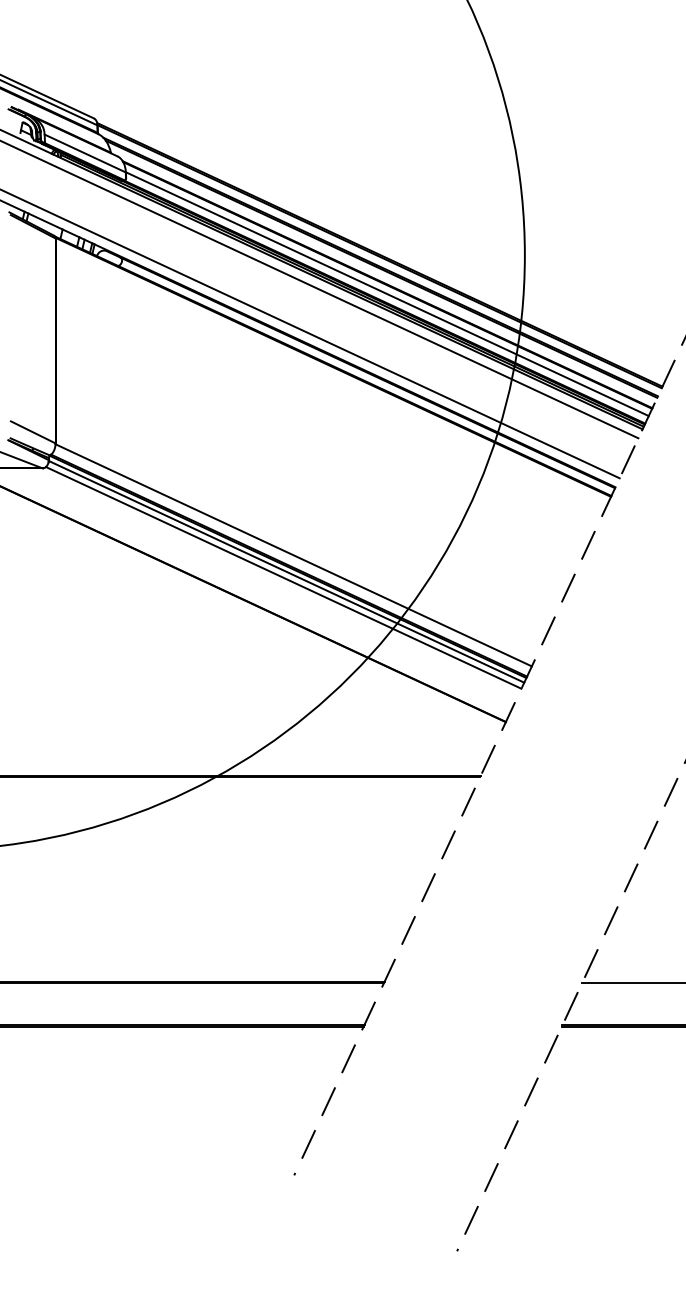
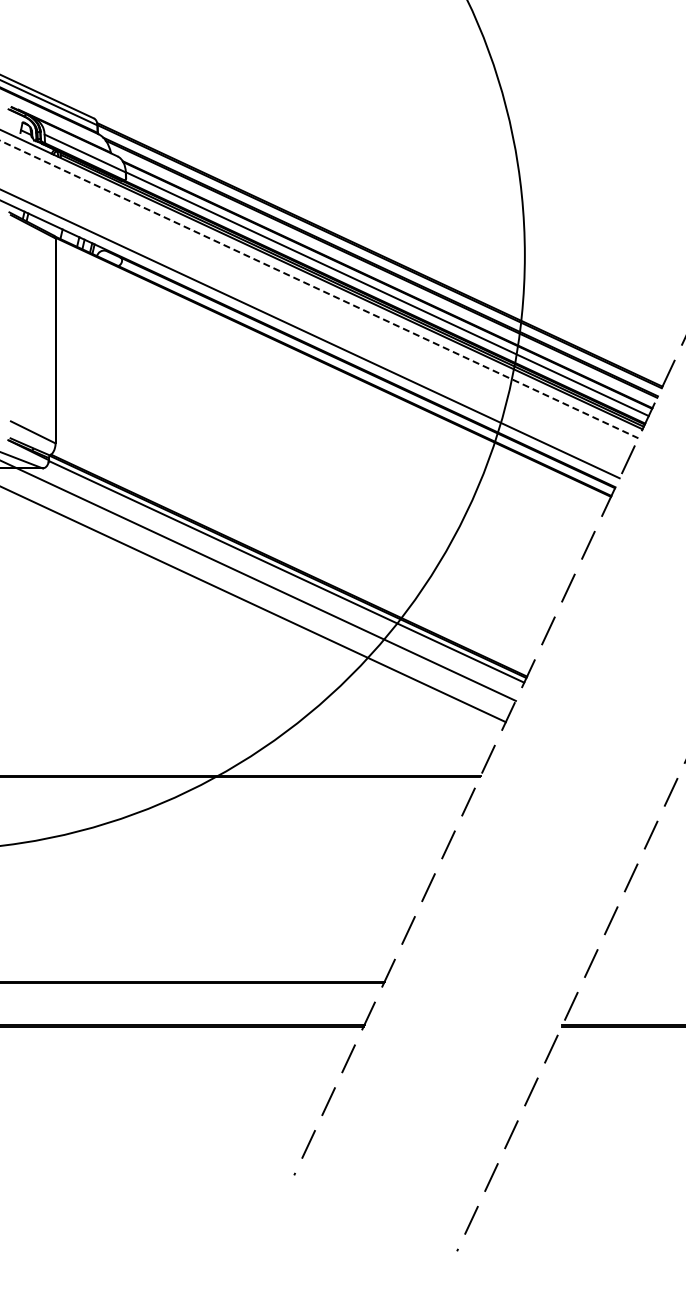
line at (319, 289): solid -> dashed
line at (293, 555): present -> none
line at (283, 577): present -> none
line at (253, 604) position: (253, 604) -> (258, 580)
line at (632, 983): present -> none
